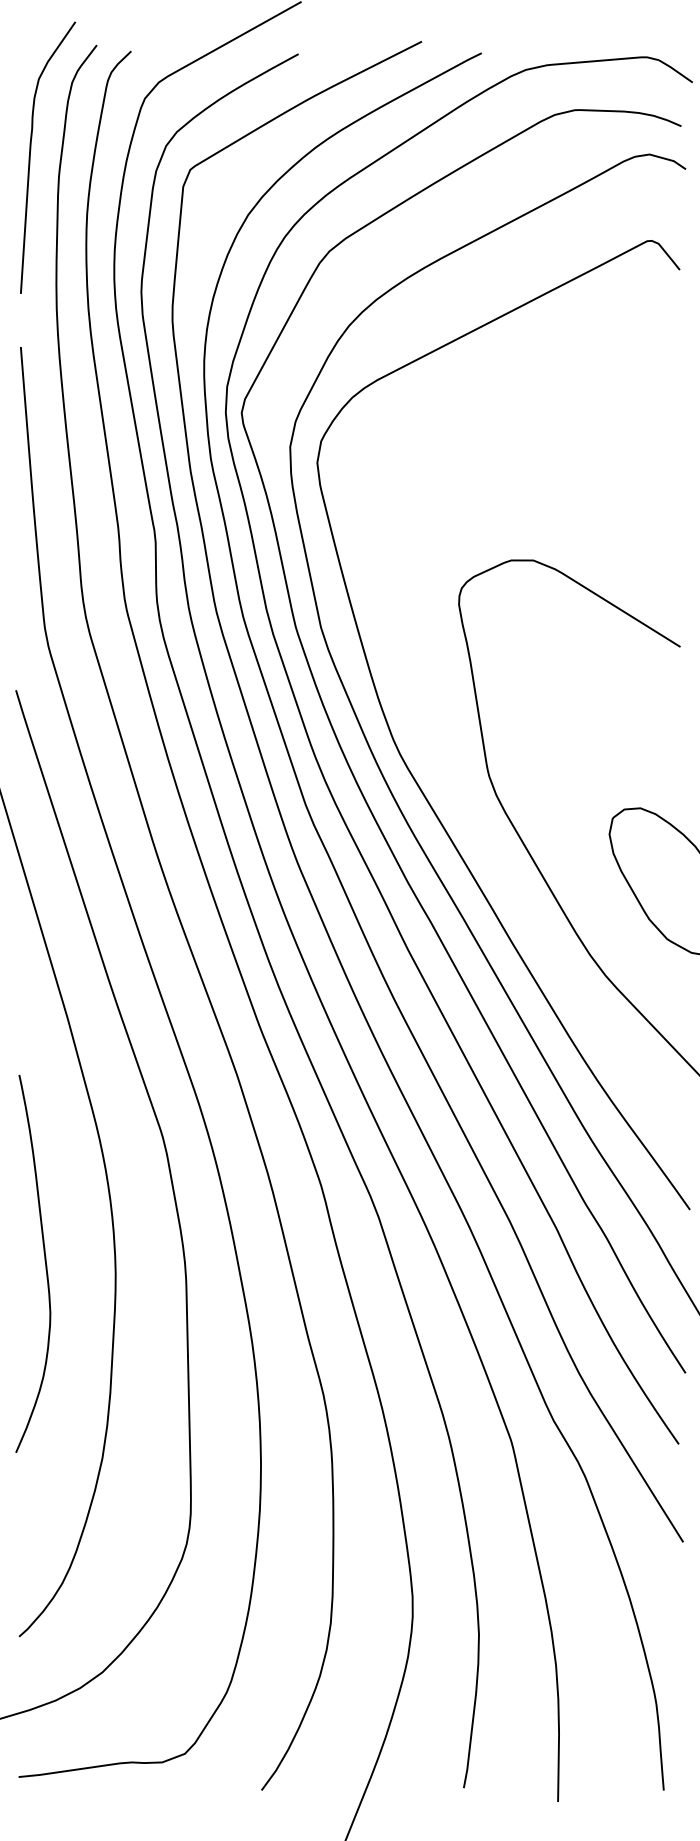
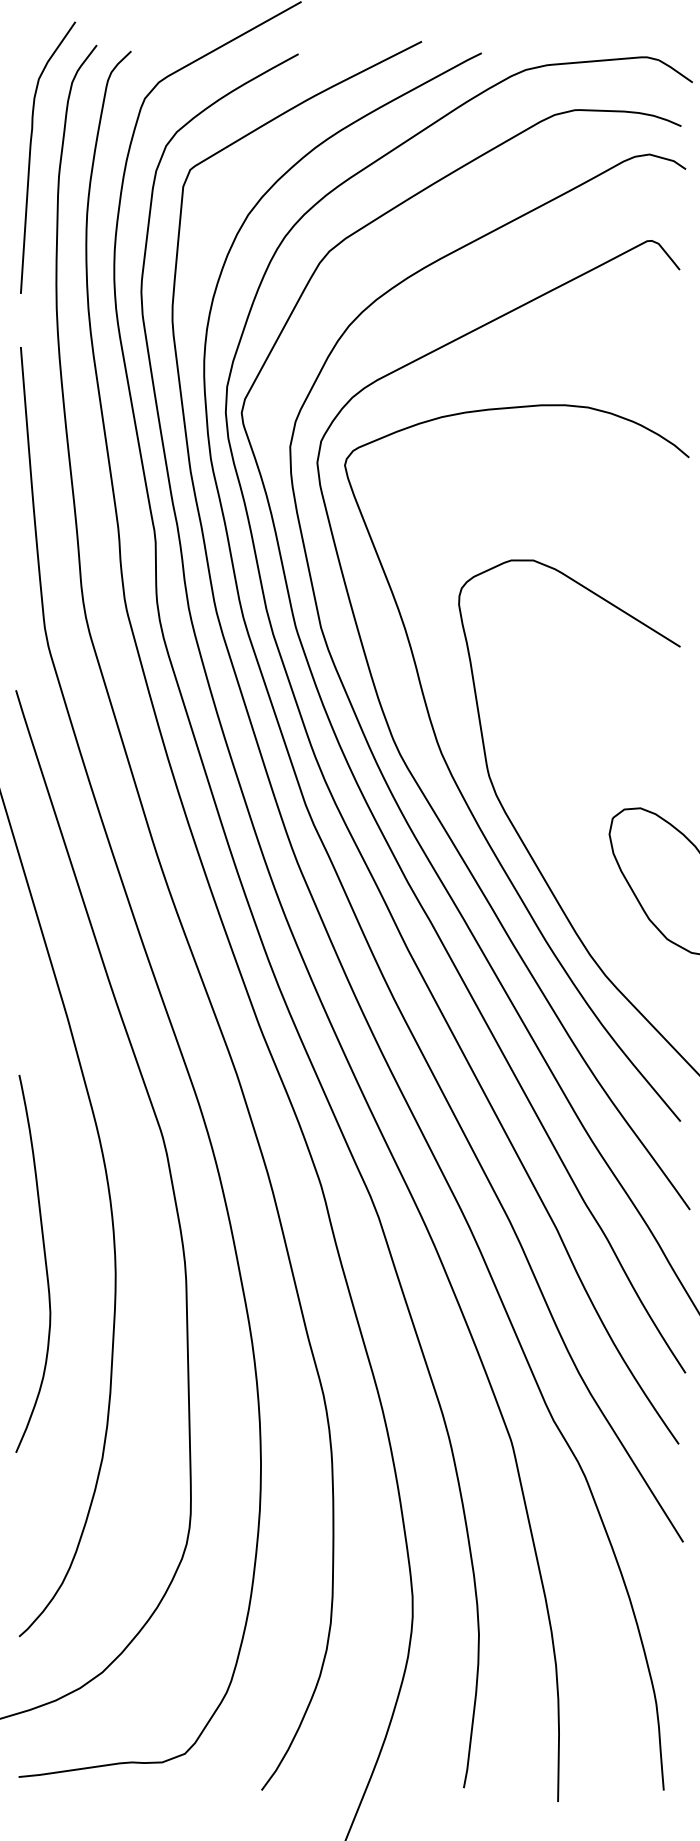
curve at (460, 789): none -> present
